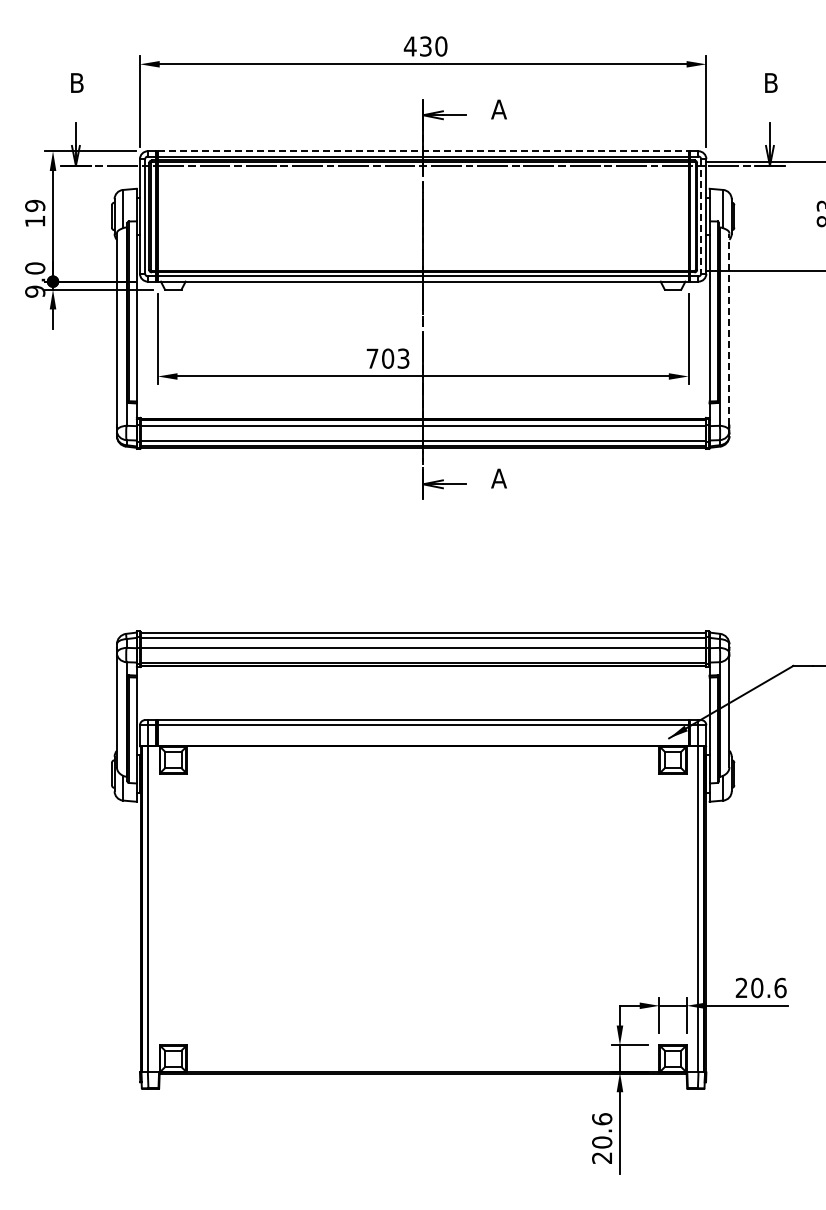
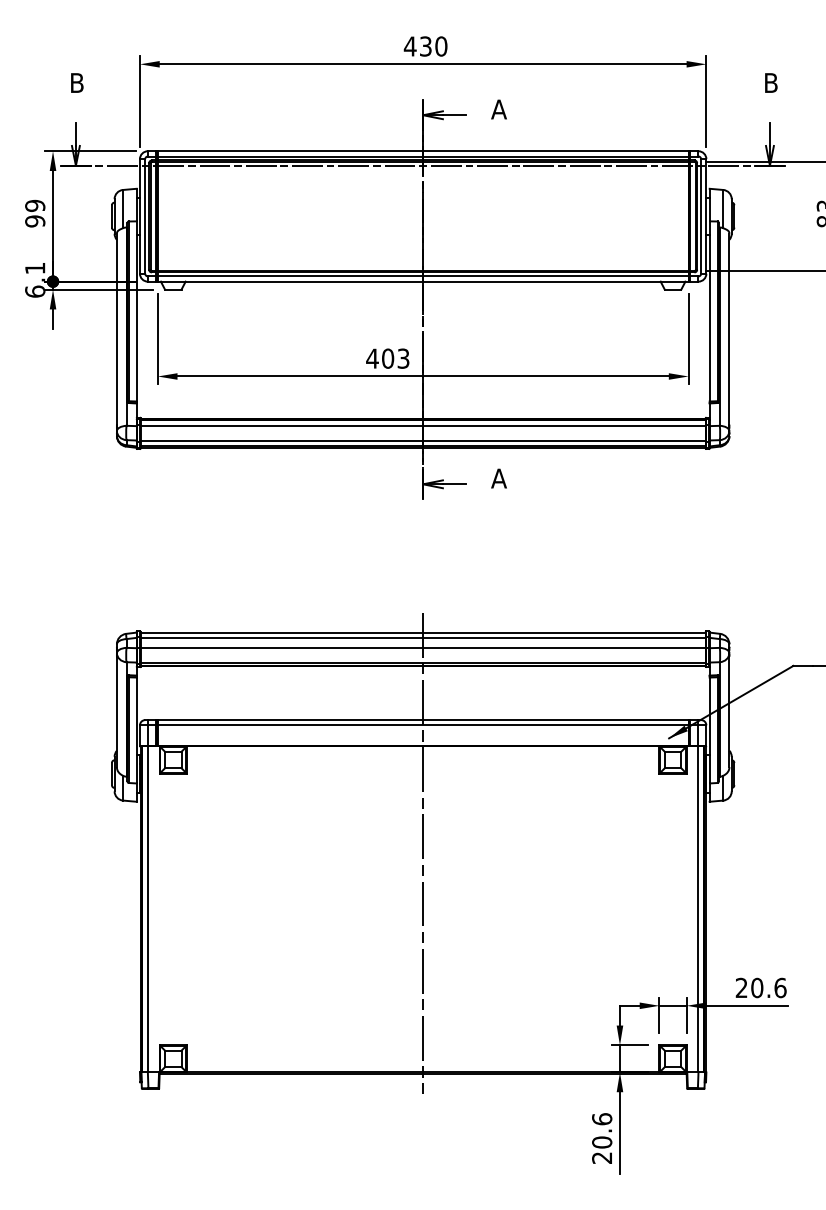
line at (423, 151): dashed -> solid
line at (701, 216): dashed -> solid
text at (35, 221): 19 -> 99
text at (35, 279): 9.0 -> 6.1
line at (729, 328): dashed -> solid
text at (372, 358): 703 -> 403
line at (423, 853): none -> present
